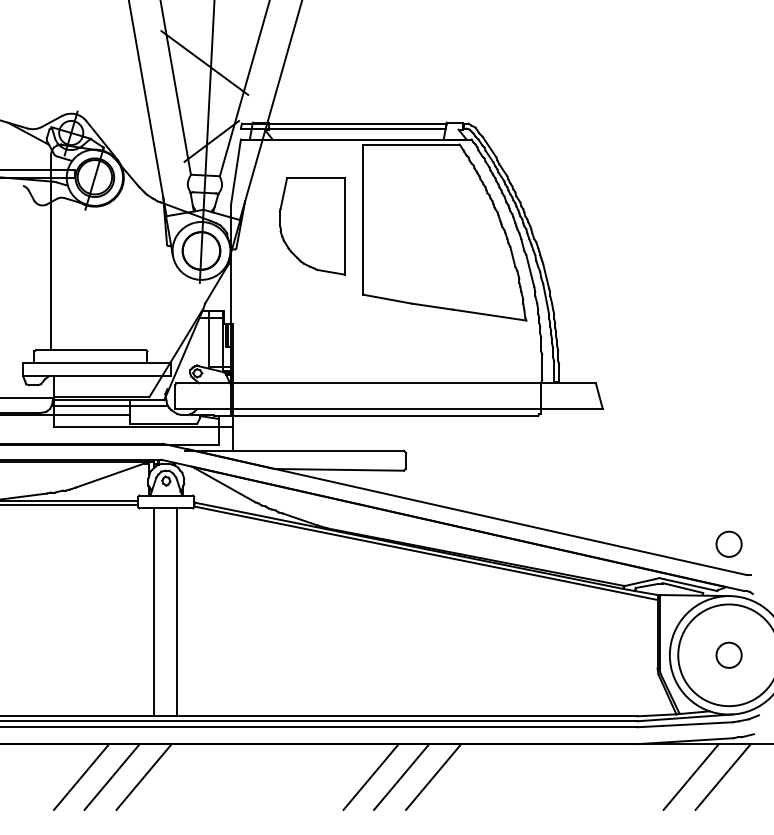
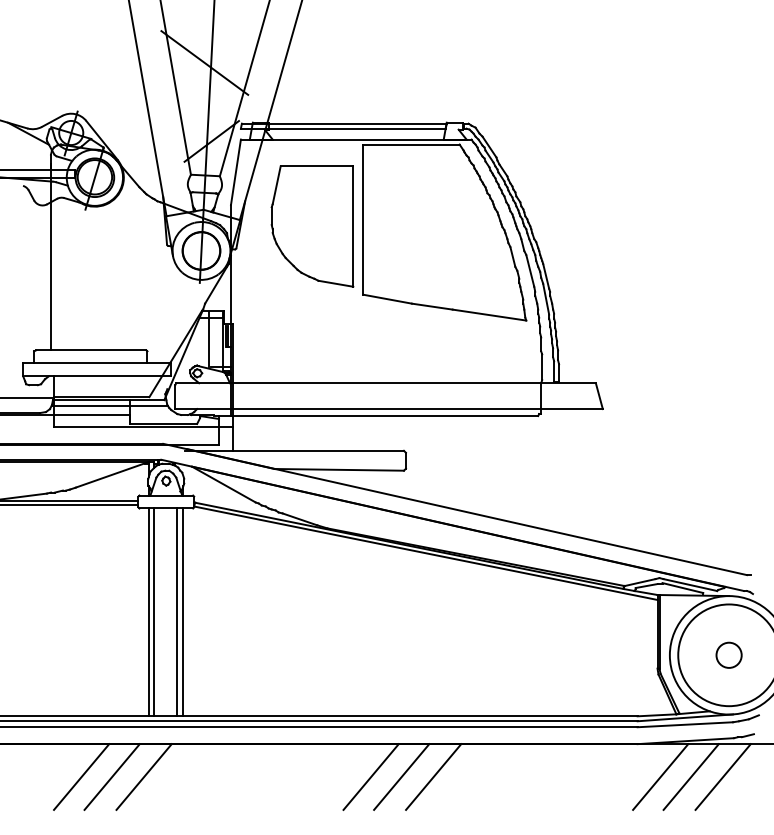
part at (312, 226) size: 69x99 px -> 85x123 px
circle at (728, 543): present -> none
line at (149, 612): none -> present
line at (183, 612): none -> present
line at (660, 776): none -> present
